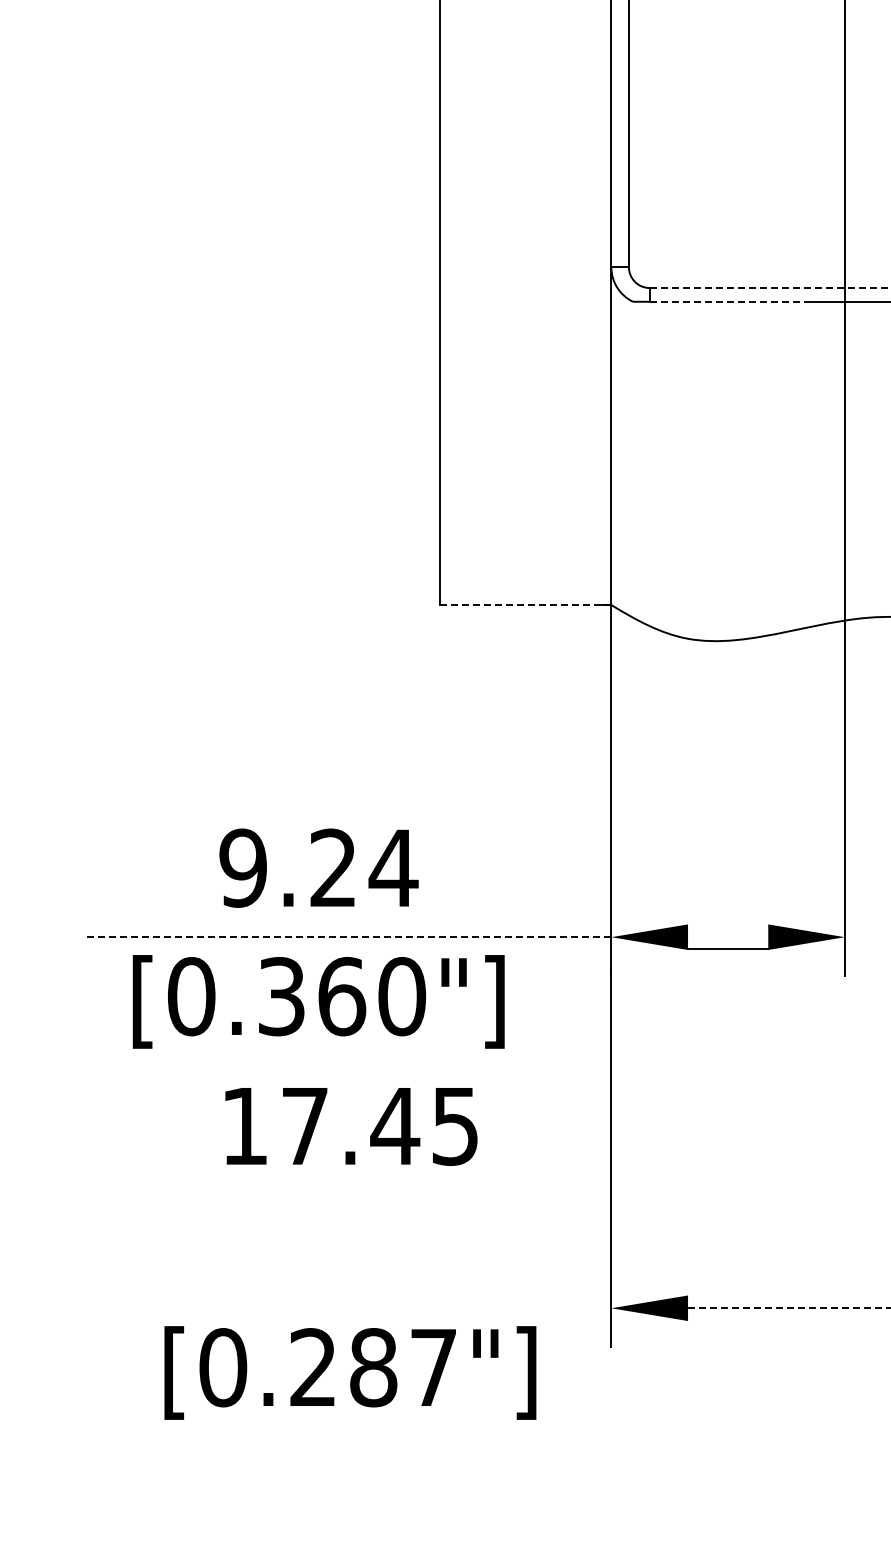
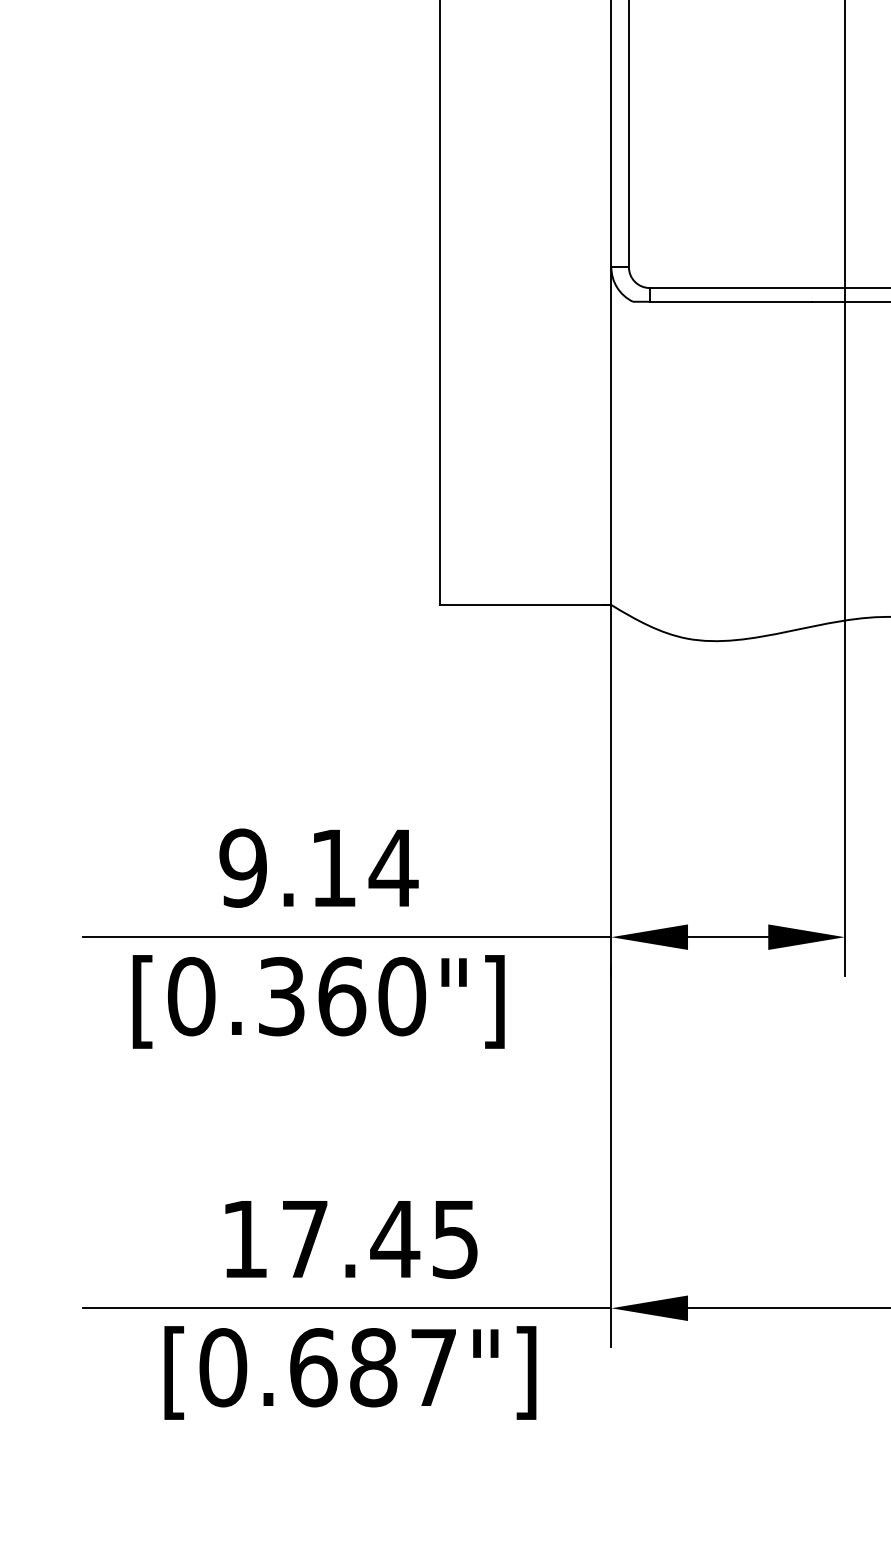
line at (770, 288): dashed -> solid
line at (731, 301): dashed -> solid
line at (525, 605): dashed -> solid
text at (332, 867): 9.24 -> 9.14
line at (346, 937): dashed -> solid
line at (728, 949) position: (728, 949) -> (728, 937)
text at (351, 1126) position: (351, 1126) -> (351, 1239)
line at (346, 1308): none -> present
line at (788, 1308): dashed -> solid
text at (313, 1367): [0.287"] -> [0.687"]
